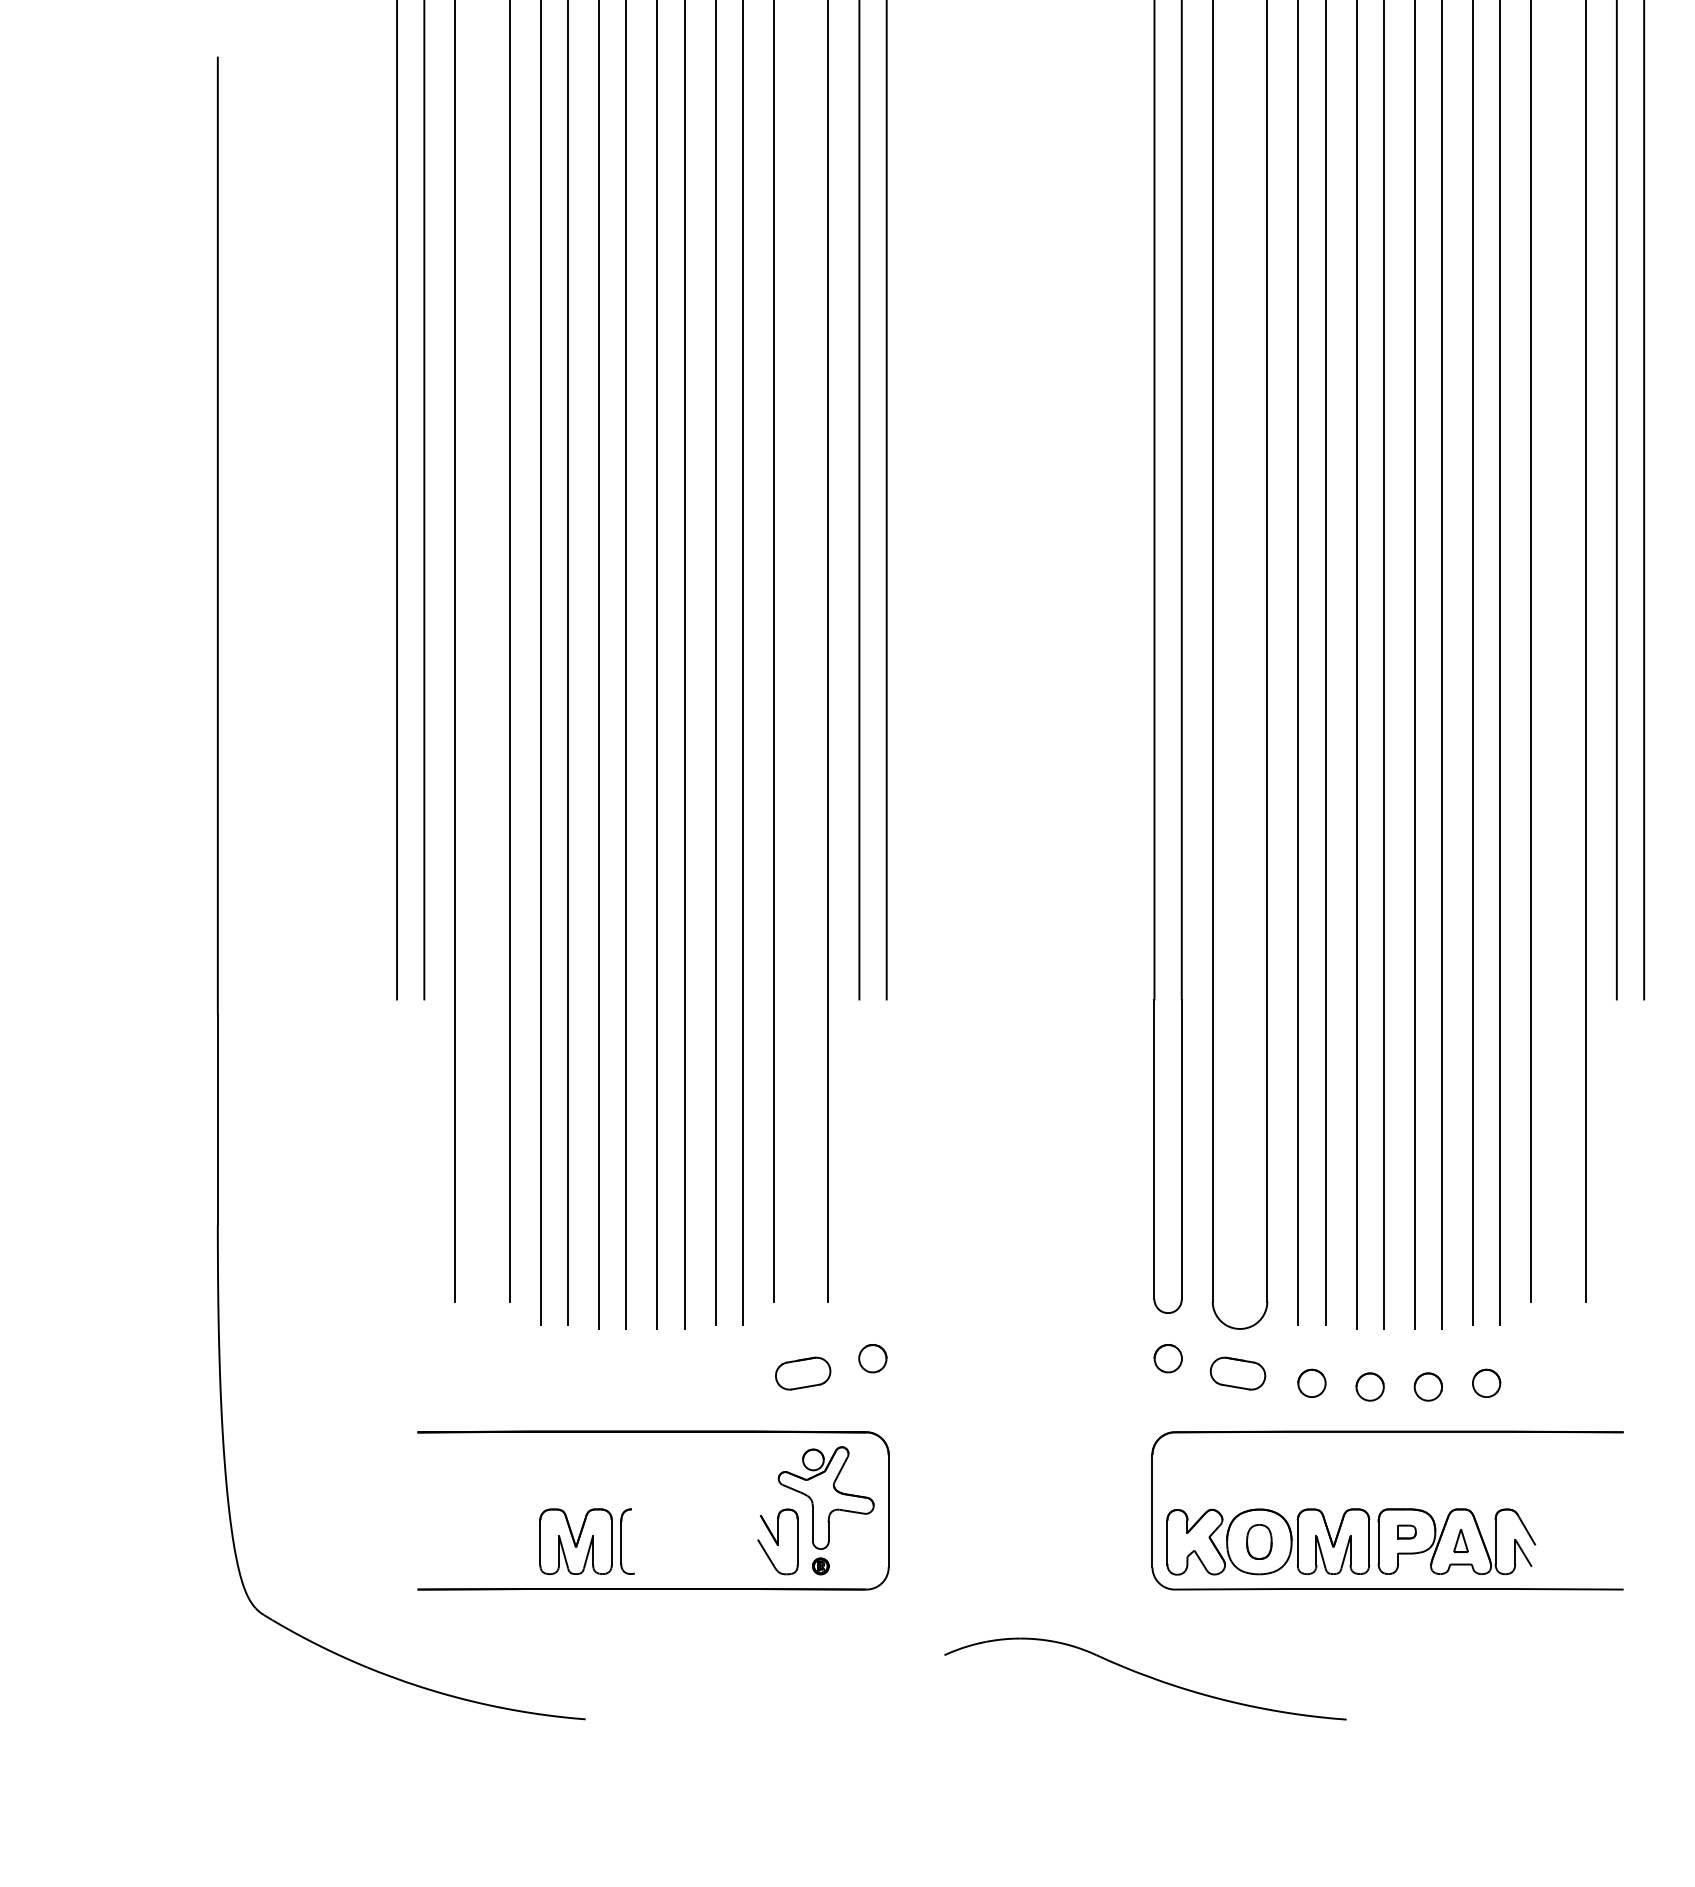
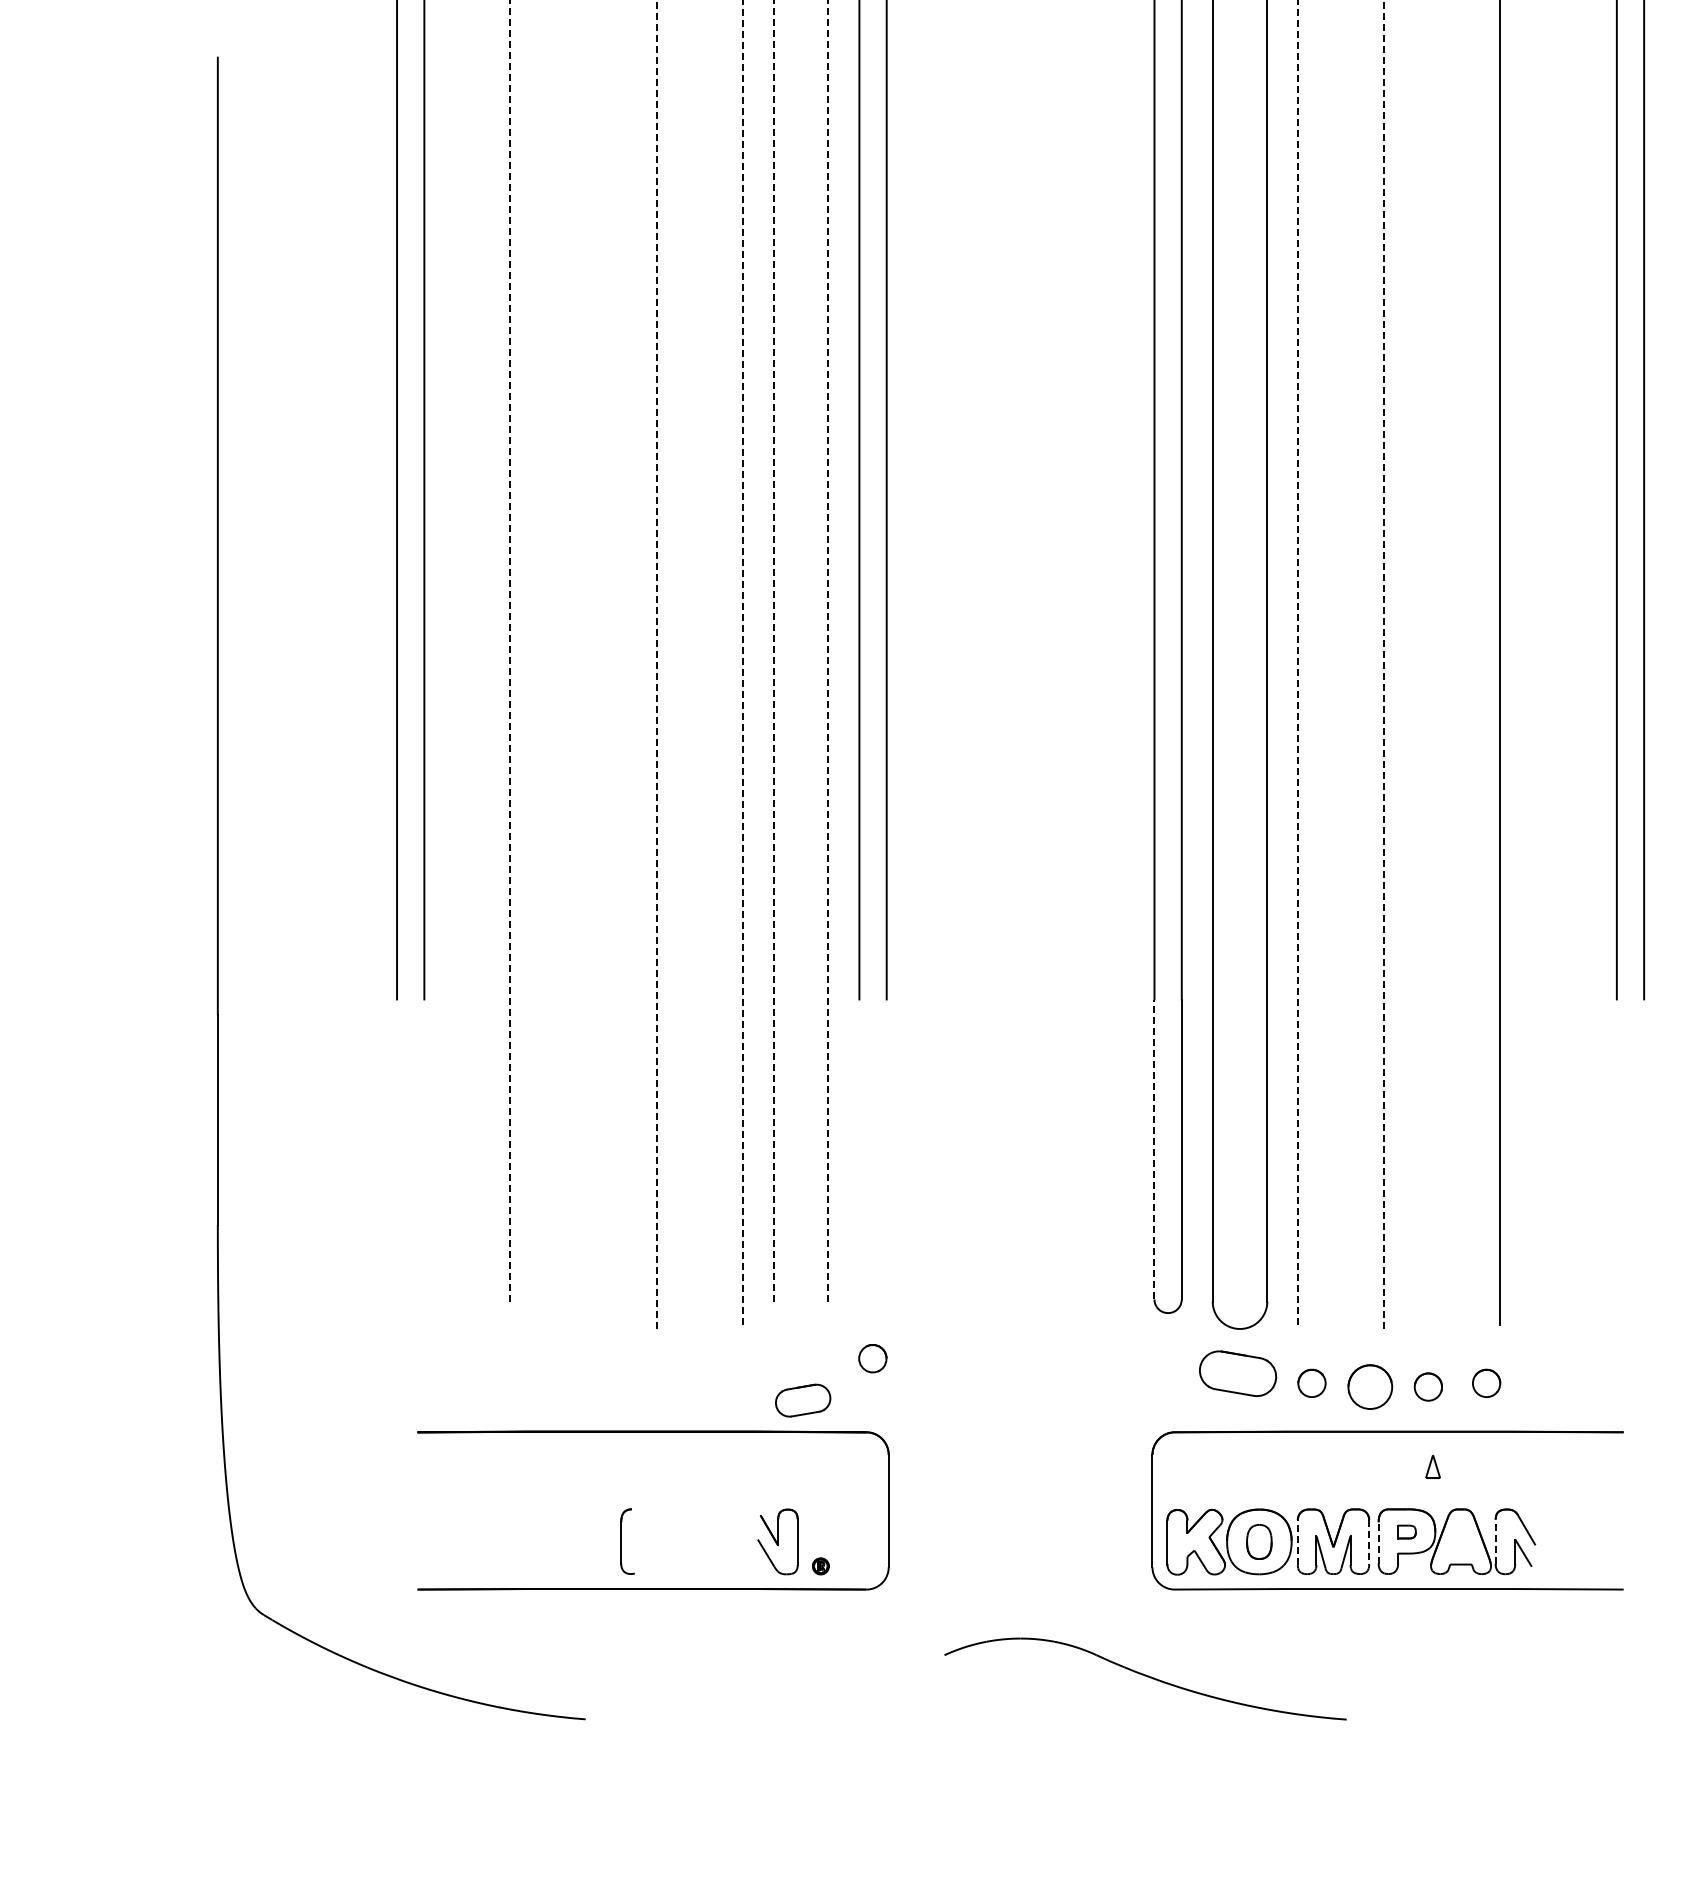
line at (509, 650): solid -> dashed
line at (773, 650): solid -> dashed
line at (828, 650): solid -> dashed
line at (455, 651): present -> none
line at (1531, 651): present -> none
line at (1585, 651): present -> none
line at (742, 662): solid -> dashed
line at (1298, 662): solid -> dashed
line at (540, 663): present -> none
line at (568, 663): present -> none
line at (657, 663): solid -> dashed
line at (715, 663): present -> none
line at (1325, 663): present -> none
line at (1383, 663): solid -> dashed
line at (1473, 663): present -> none
line at (599, 665): present -> none
line at (626, 665): present -> none
line at (684, 665): present -> none
line at (1356, 665): present -> none
line at (1414, 665): present -> none
line at (1442, 665): present -> none
line at (1154, 1149): solid -> dashed
part at (1167, 1358): present -> none
part at (803, 1373) position: (803, 1373) -> (803, 1400)
part at (1237, 1373) size: 58x35 px -> 79x47 px
part at (1369, 1386) size: 30x30 px -> 47x46 px
part at (825, 1497): present -> none
part at (1460, 1540) position: (1460, 1540) -> (1432, 1466)
part at (575, 1541): present -> none
line at (1495, 1541): solid -> dashed
line at (1297, 1542): solid -> dashed
line at (1369, 1543): solid -> dashed
line at (1378, 1543): solid -> dashed
